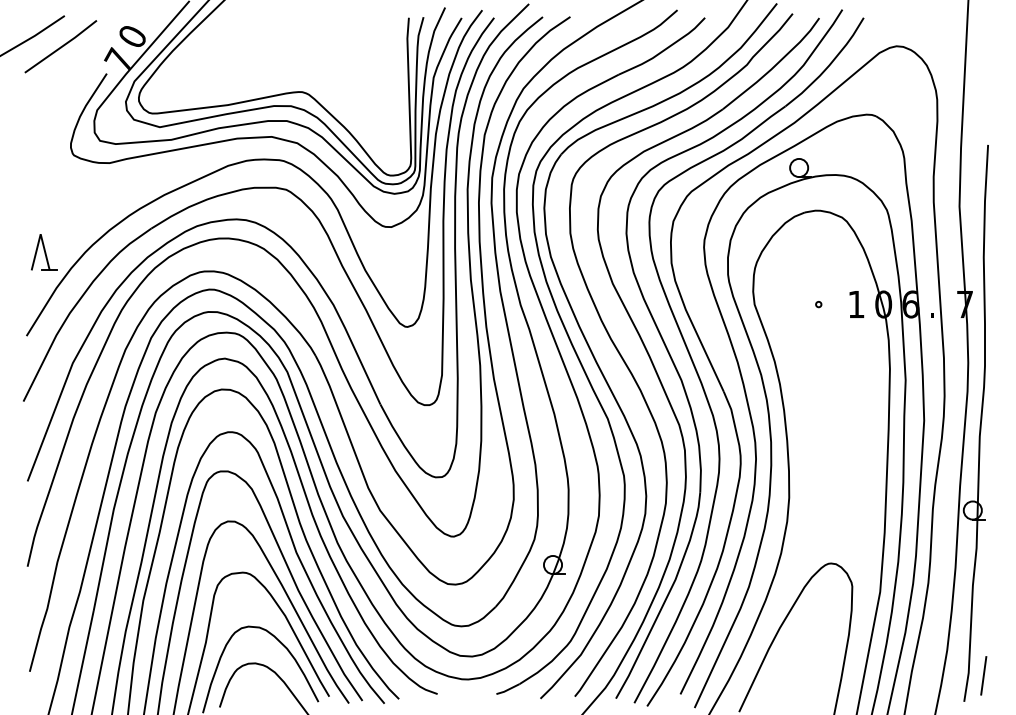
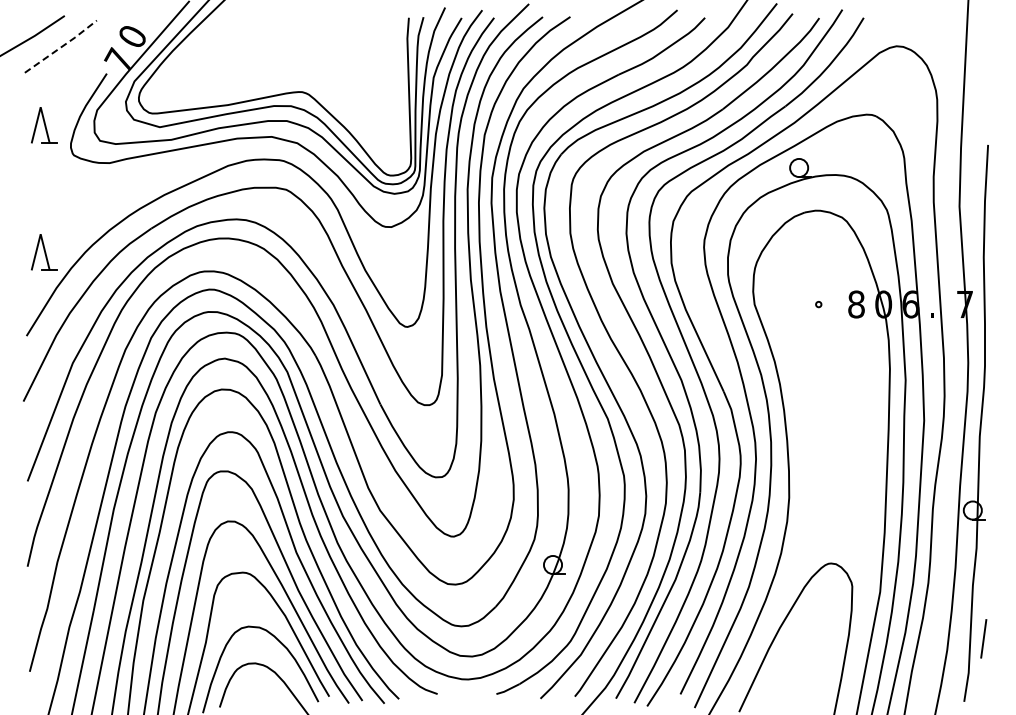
line at (62, 46): solid -> dashed
part at (44, 125): none -> present
text at (856, 304): 1 -> 8
line at (983, 675) position: (983, 675) -> (983, 638)
